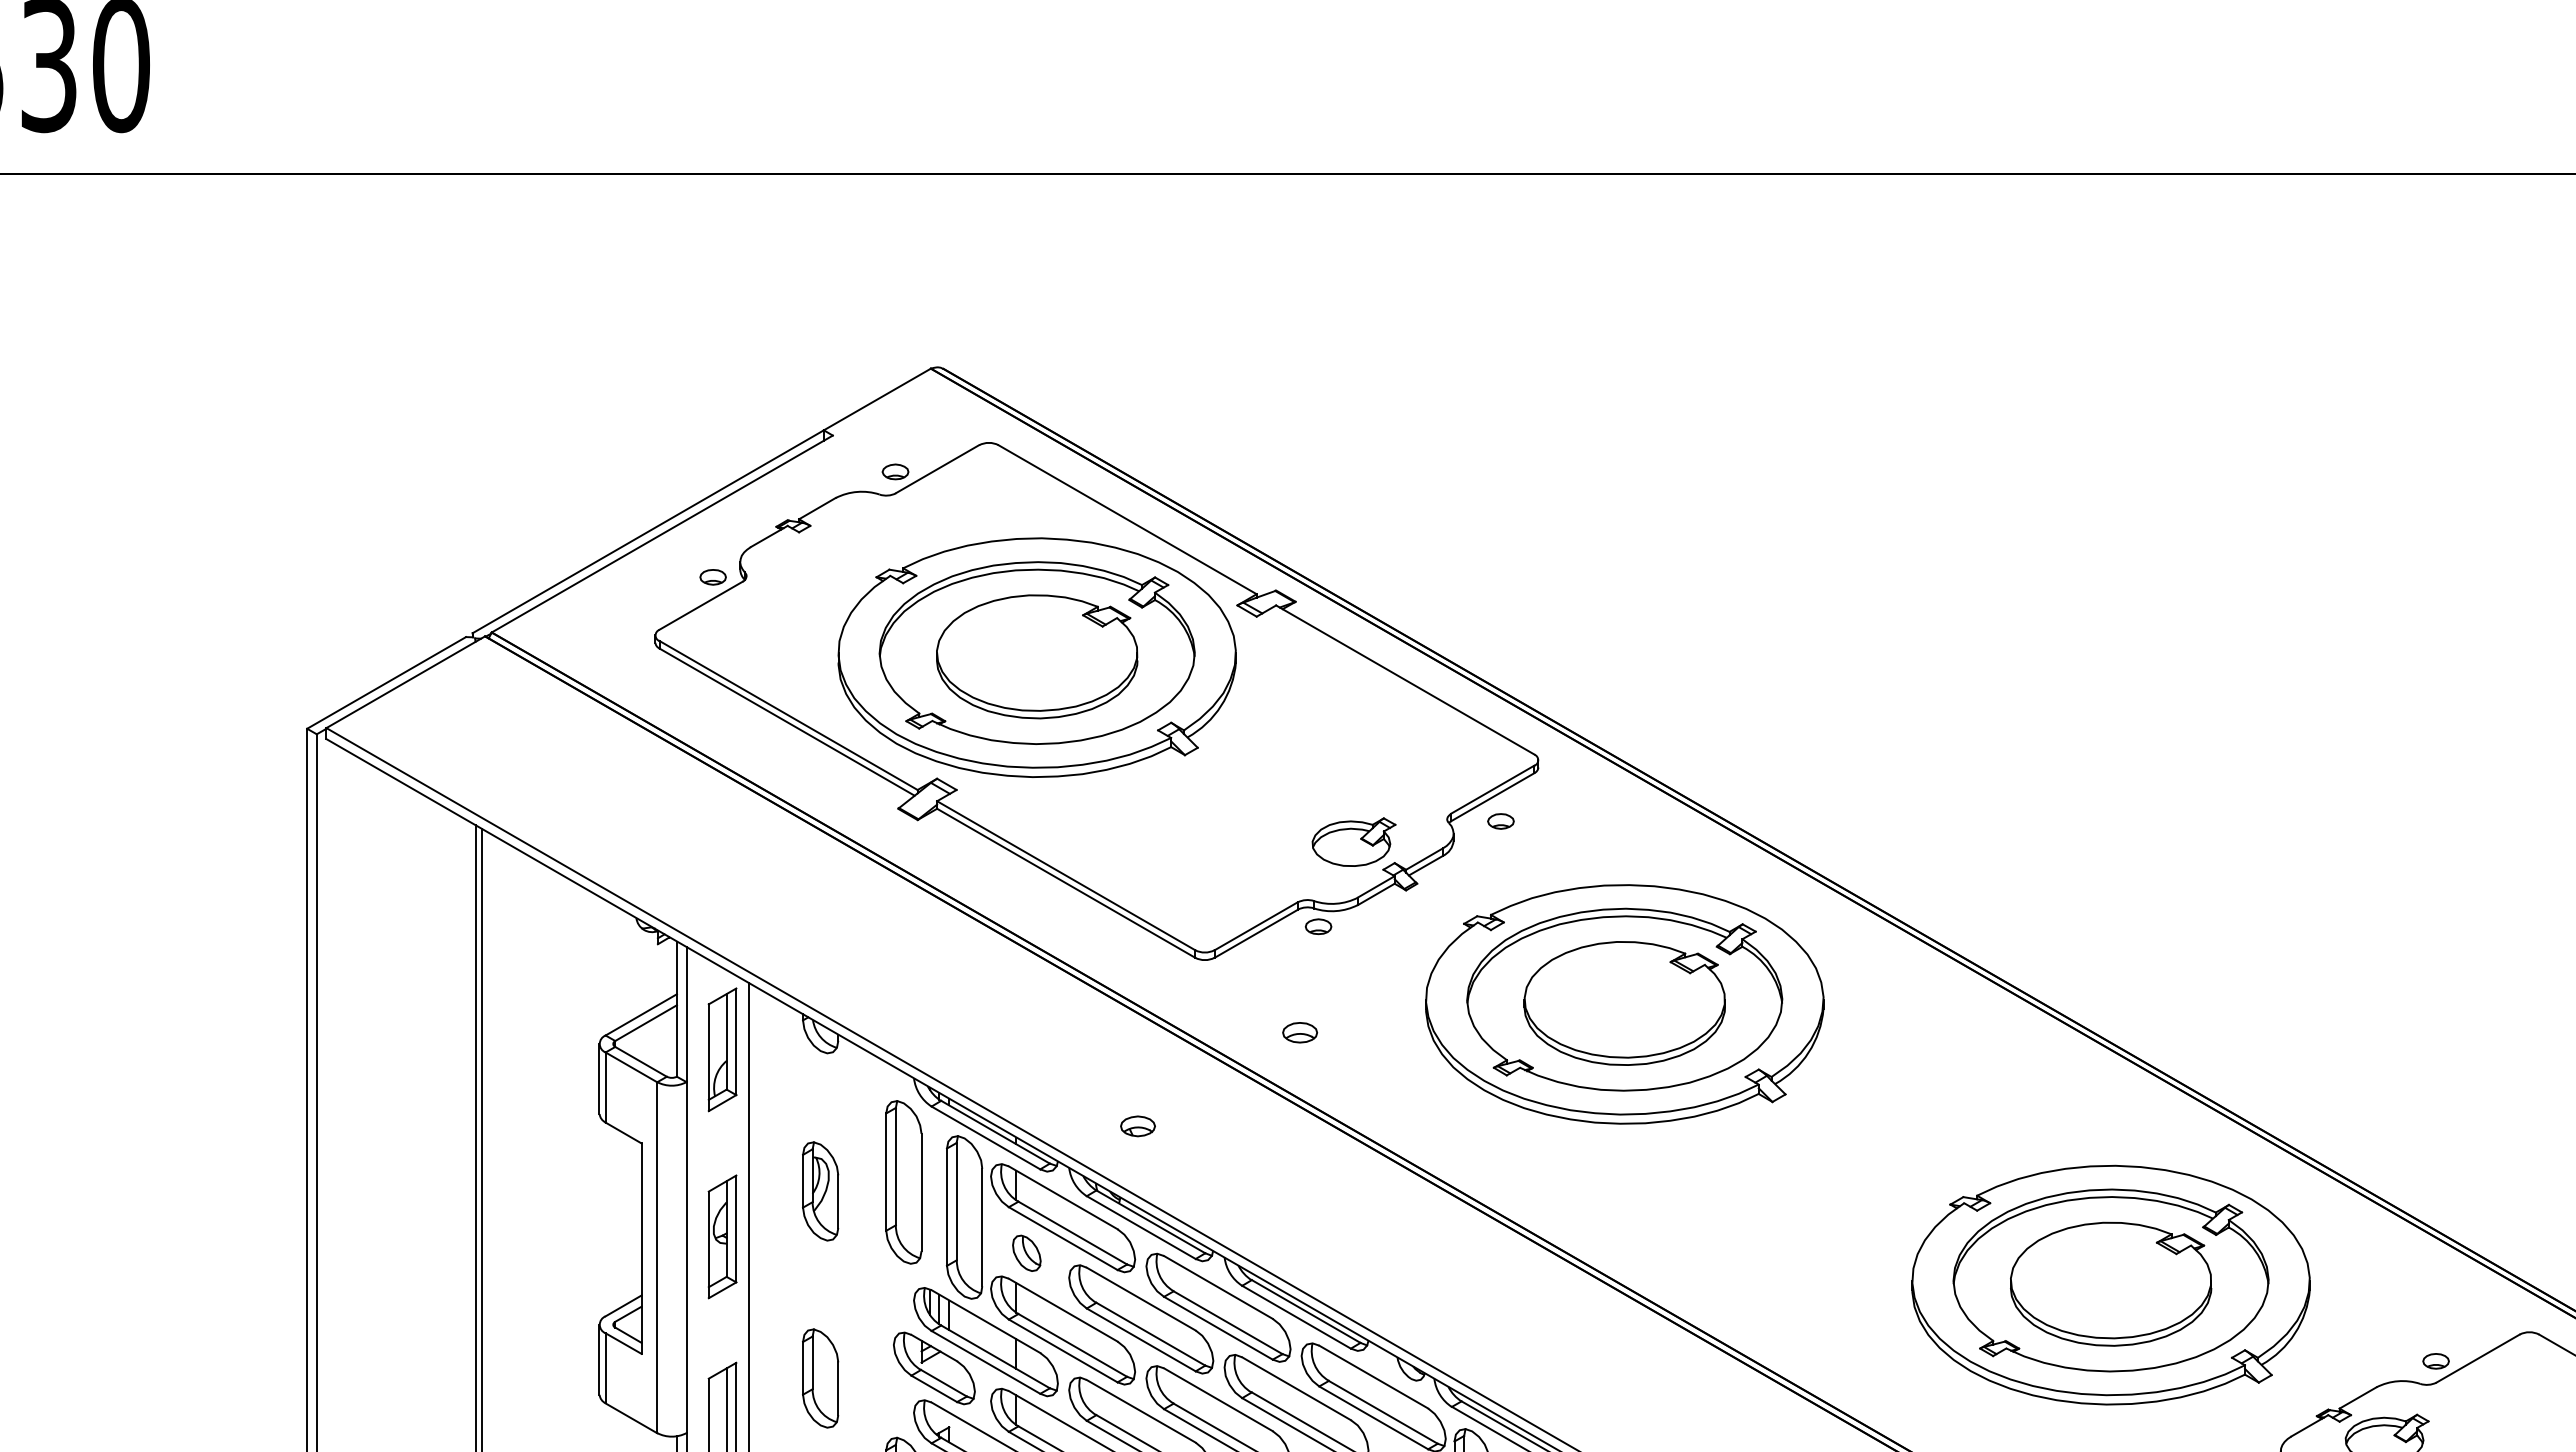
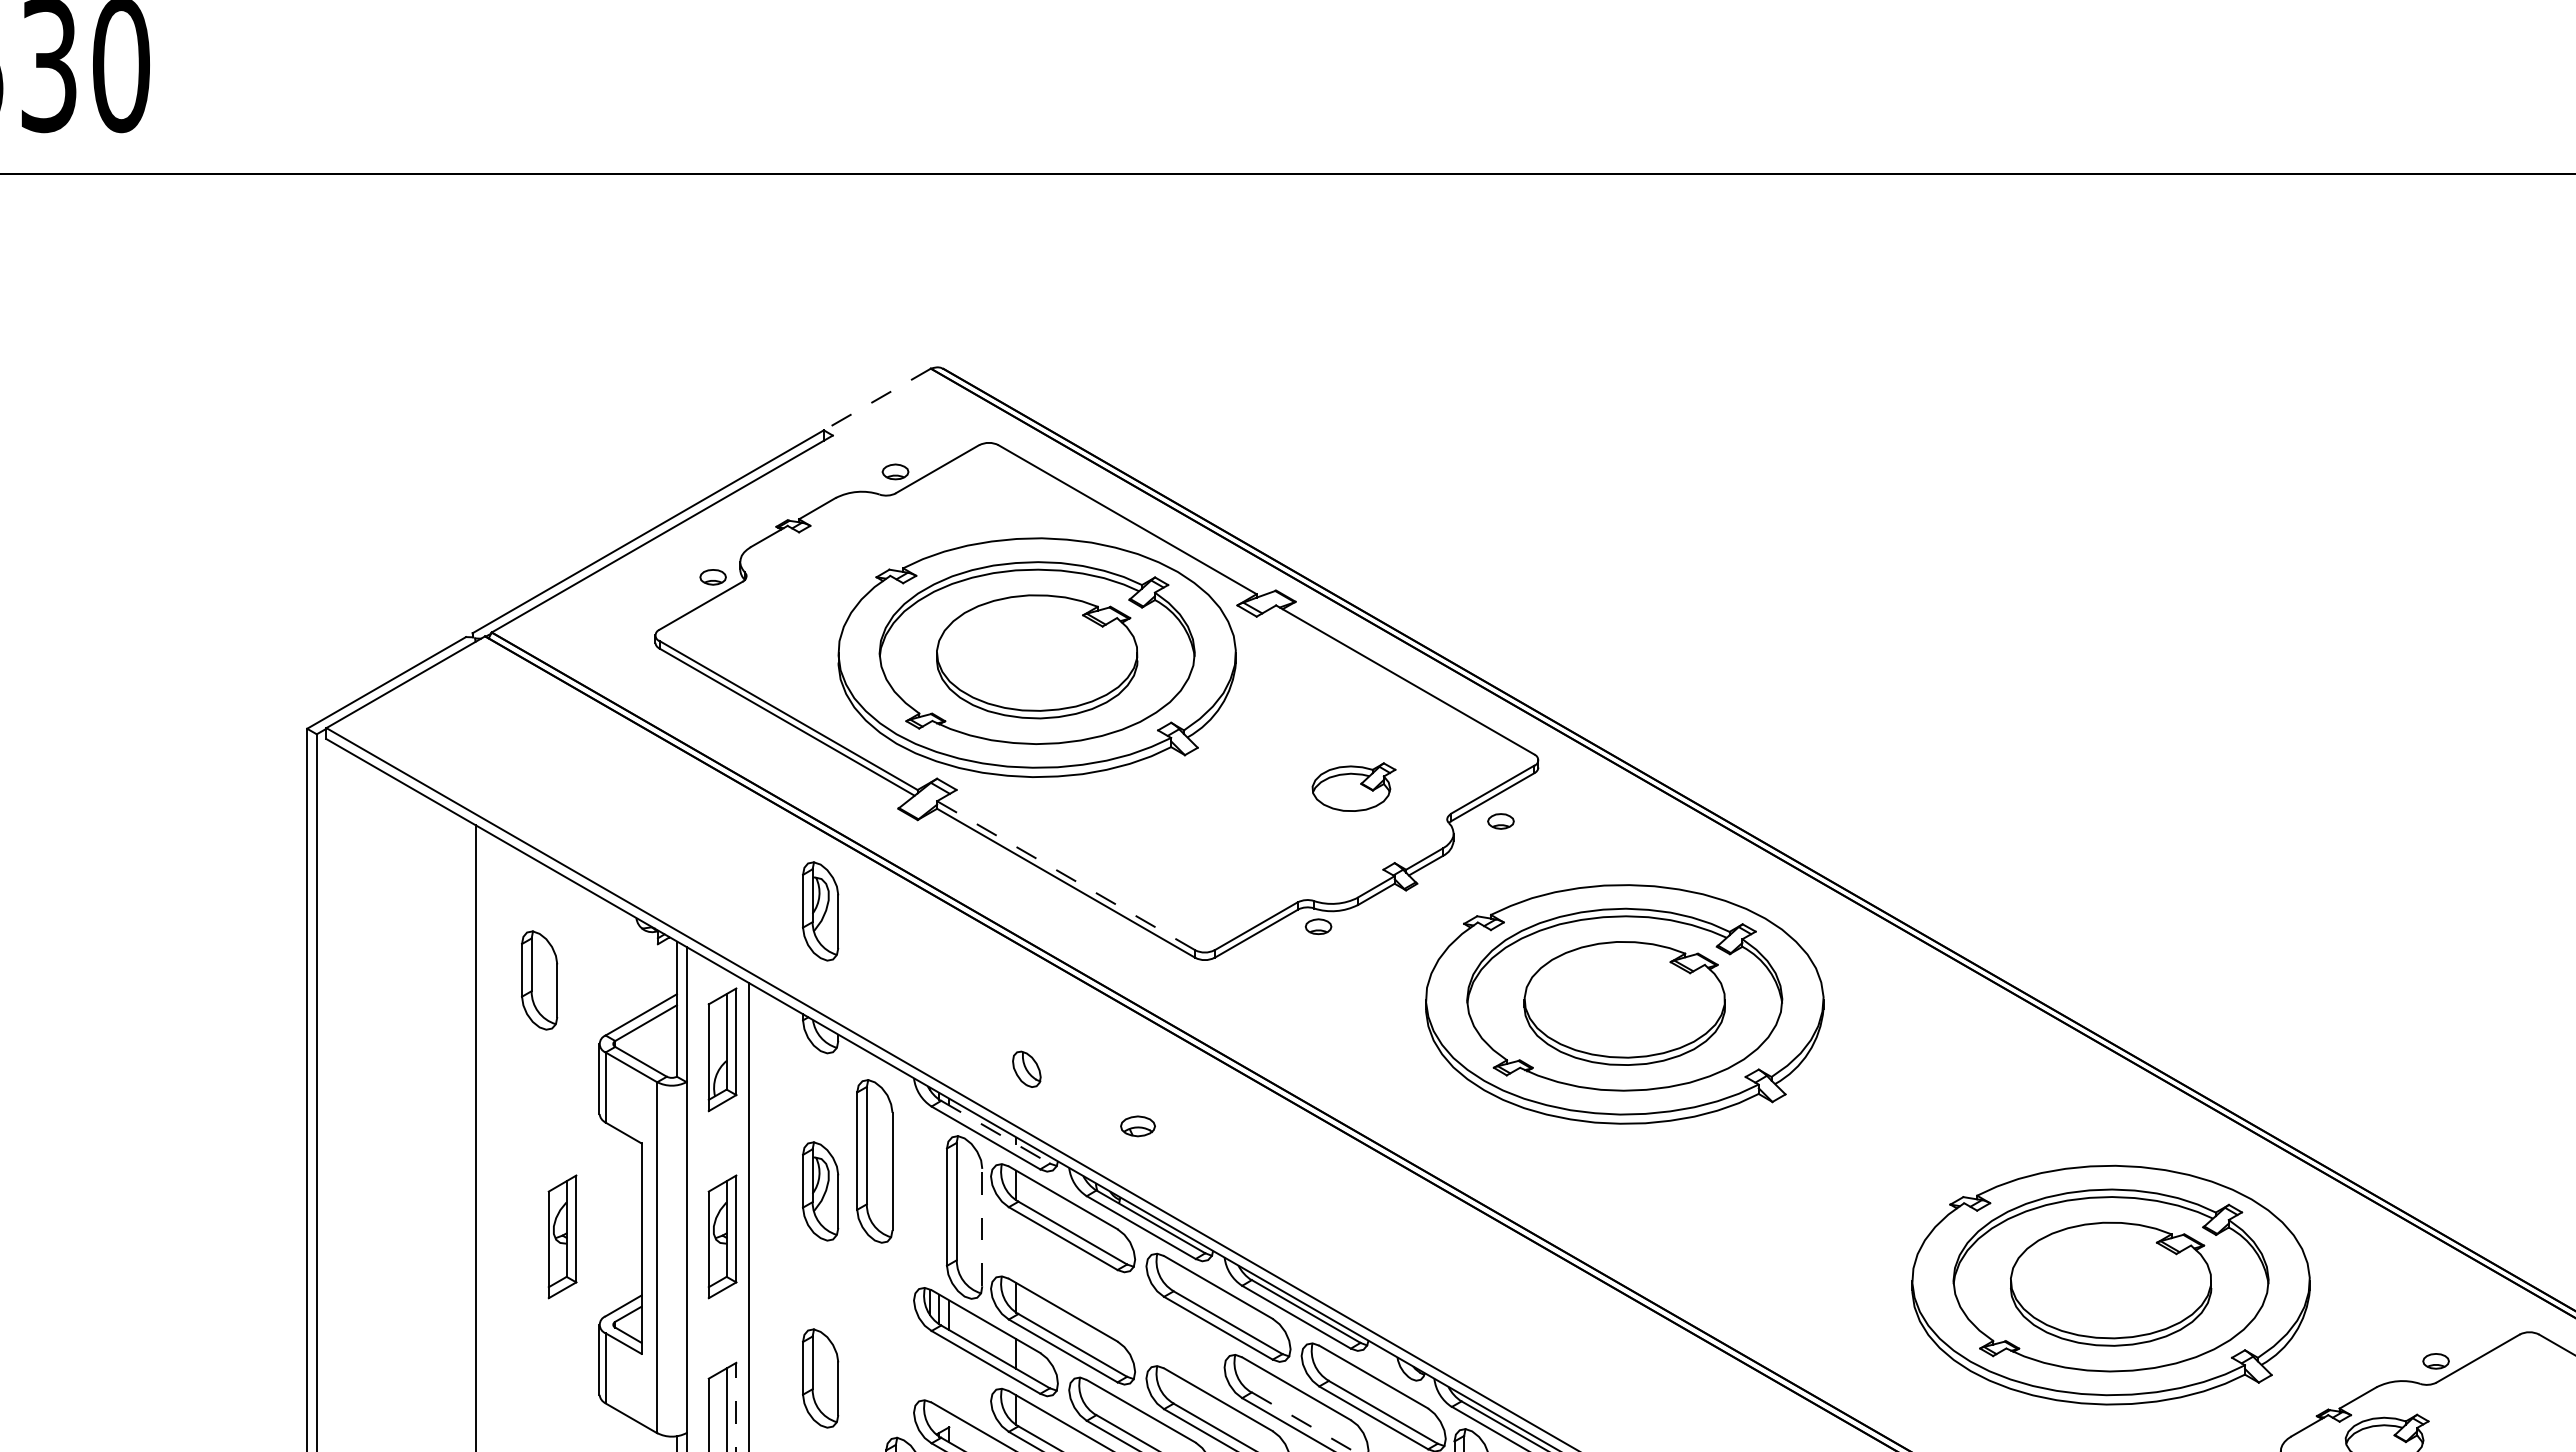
line at (877, 399): solid -> dashed
part at (1353, 841) position: (1353, 841) -> (1353, 786)
line at (1066, 875): solid -> dashed
part at (820, 911): none -> present
part at (539, 980): none -> present
part at (1300, 1032): present -> none
line at (995, 1132): solid -> dashed
line at (482, 1138): present -> none
part at (903, 1182) position: (903, 1182) -> (874, 1161)
line at (982, 1227): solid -> dashed
part at (562, 1236): none -> present
part at (1026, 1252) position: (1026, 1252) -> (1026, 1068)
part at (1141, 1319): present -> none
part at (934, 1368): present -> none
line at (736, 1406): solid -> dashed
line at (1303, 1422): solid -> dashed
